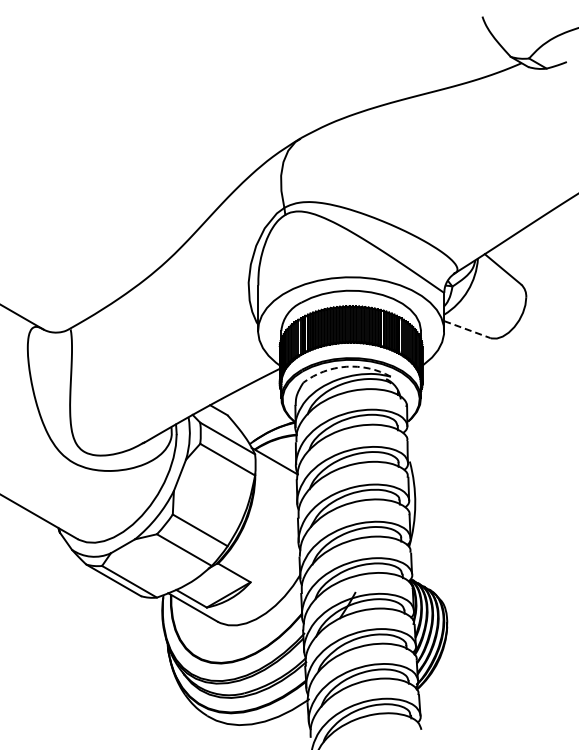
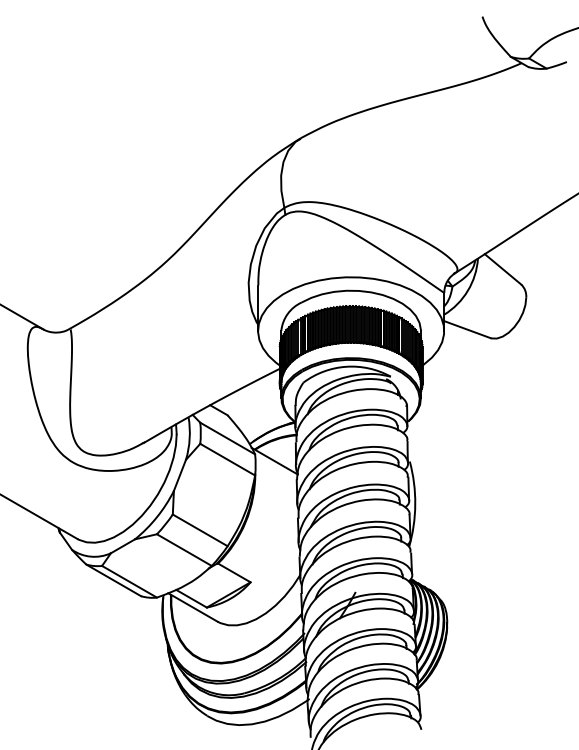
line at (467, 329): dashed -> solid
arc at (346, 366): dashed -> solid
